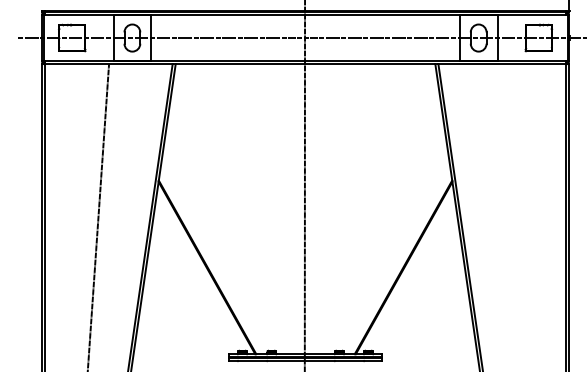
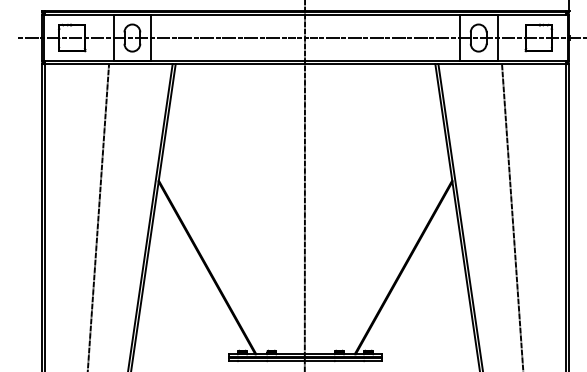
line at (512, 216): none -> present
